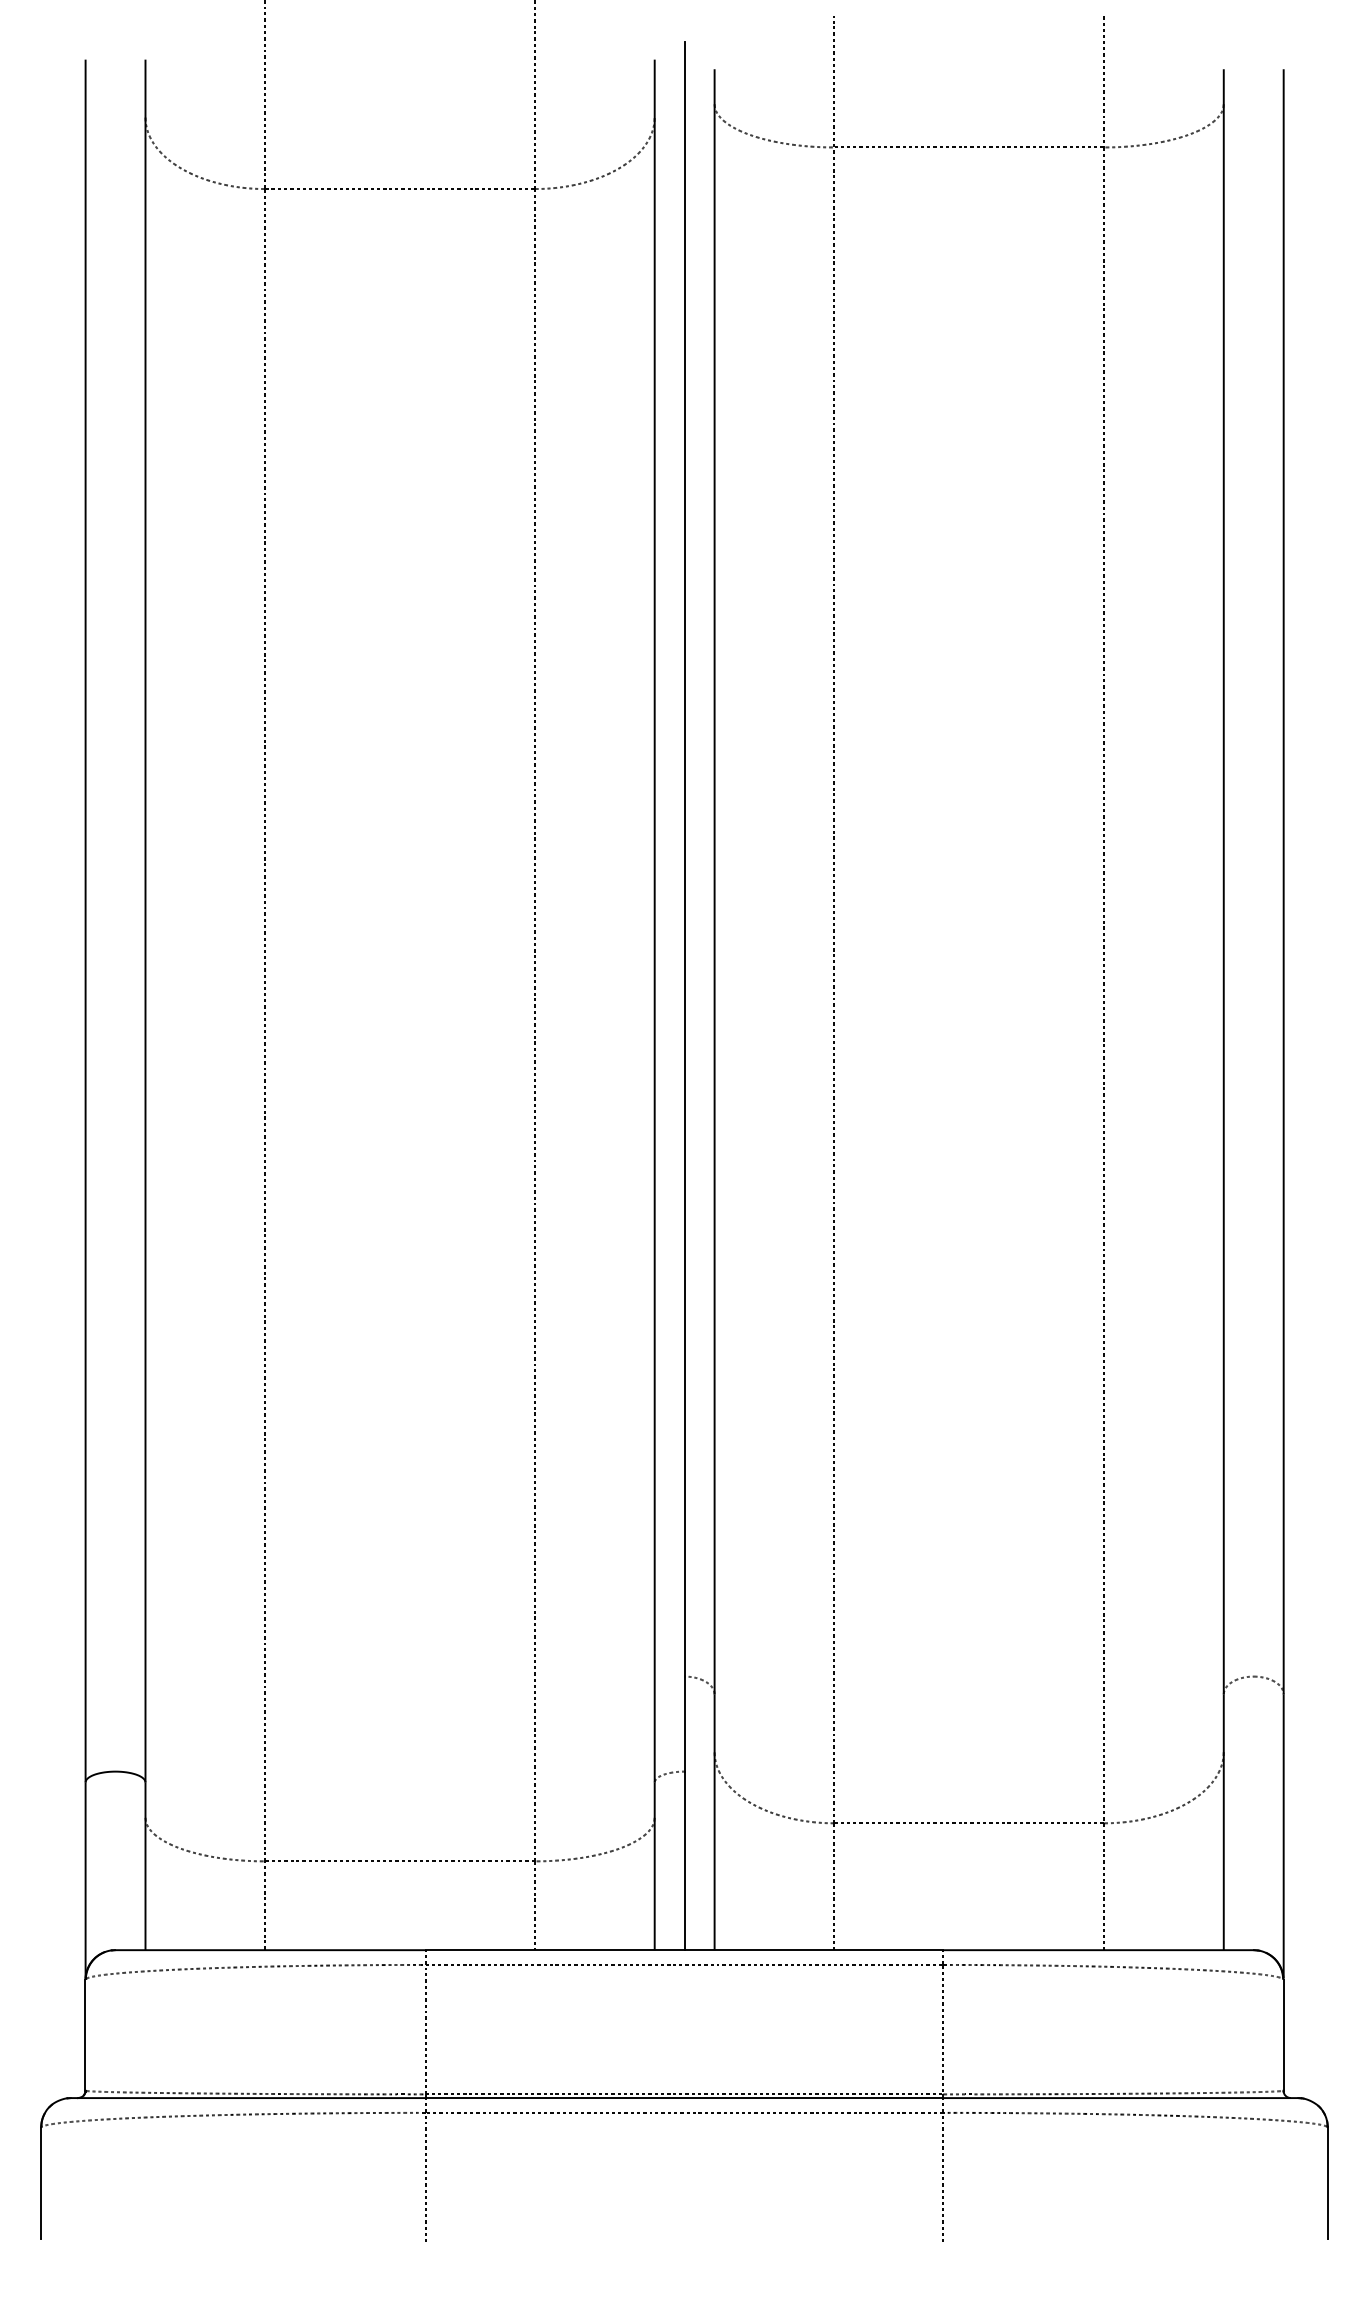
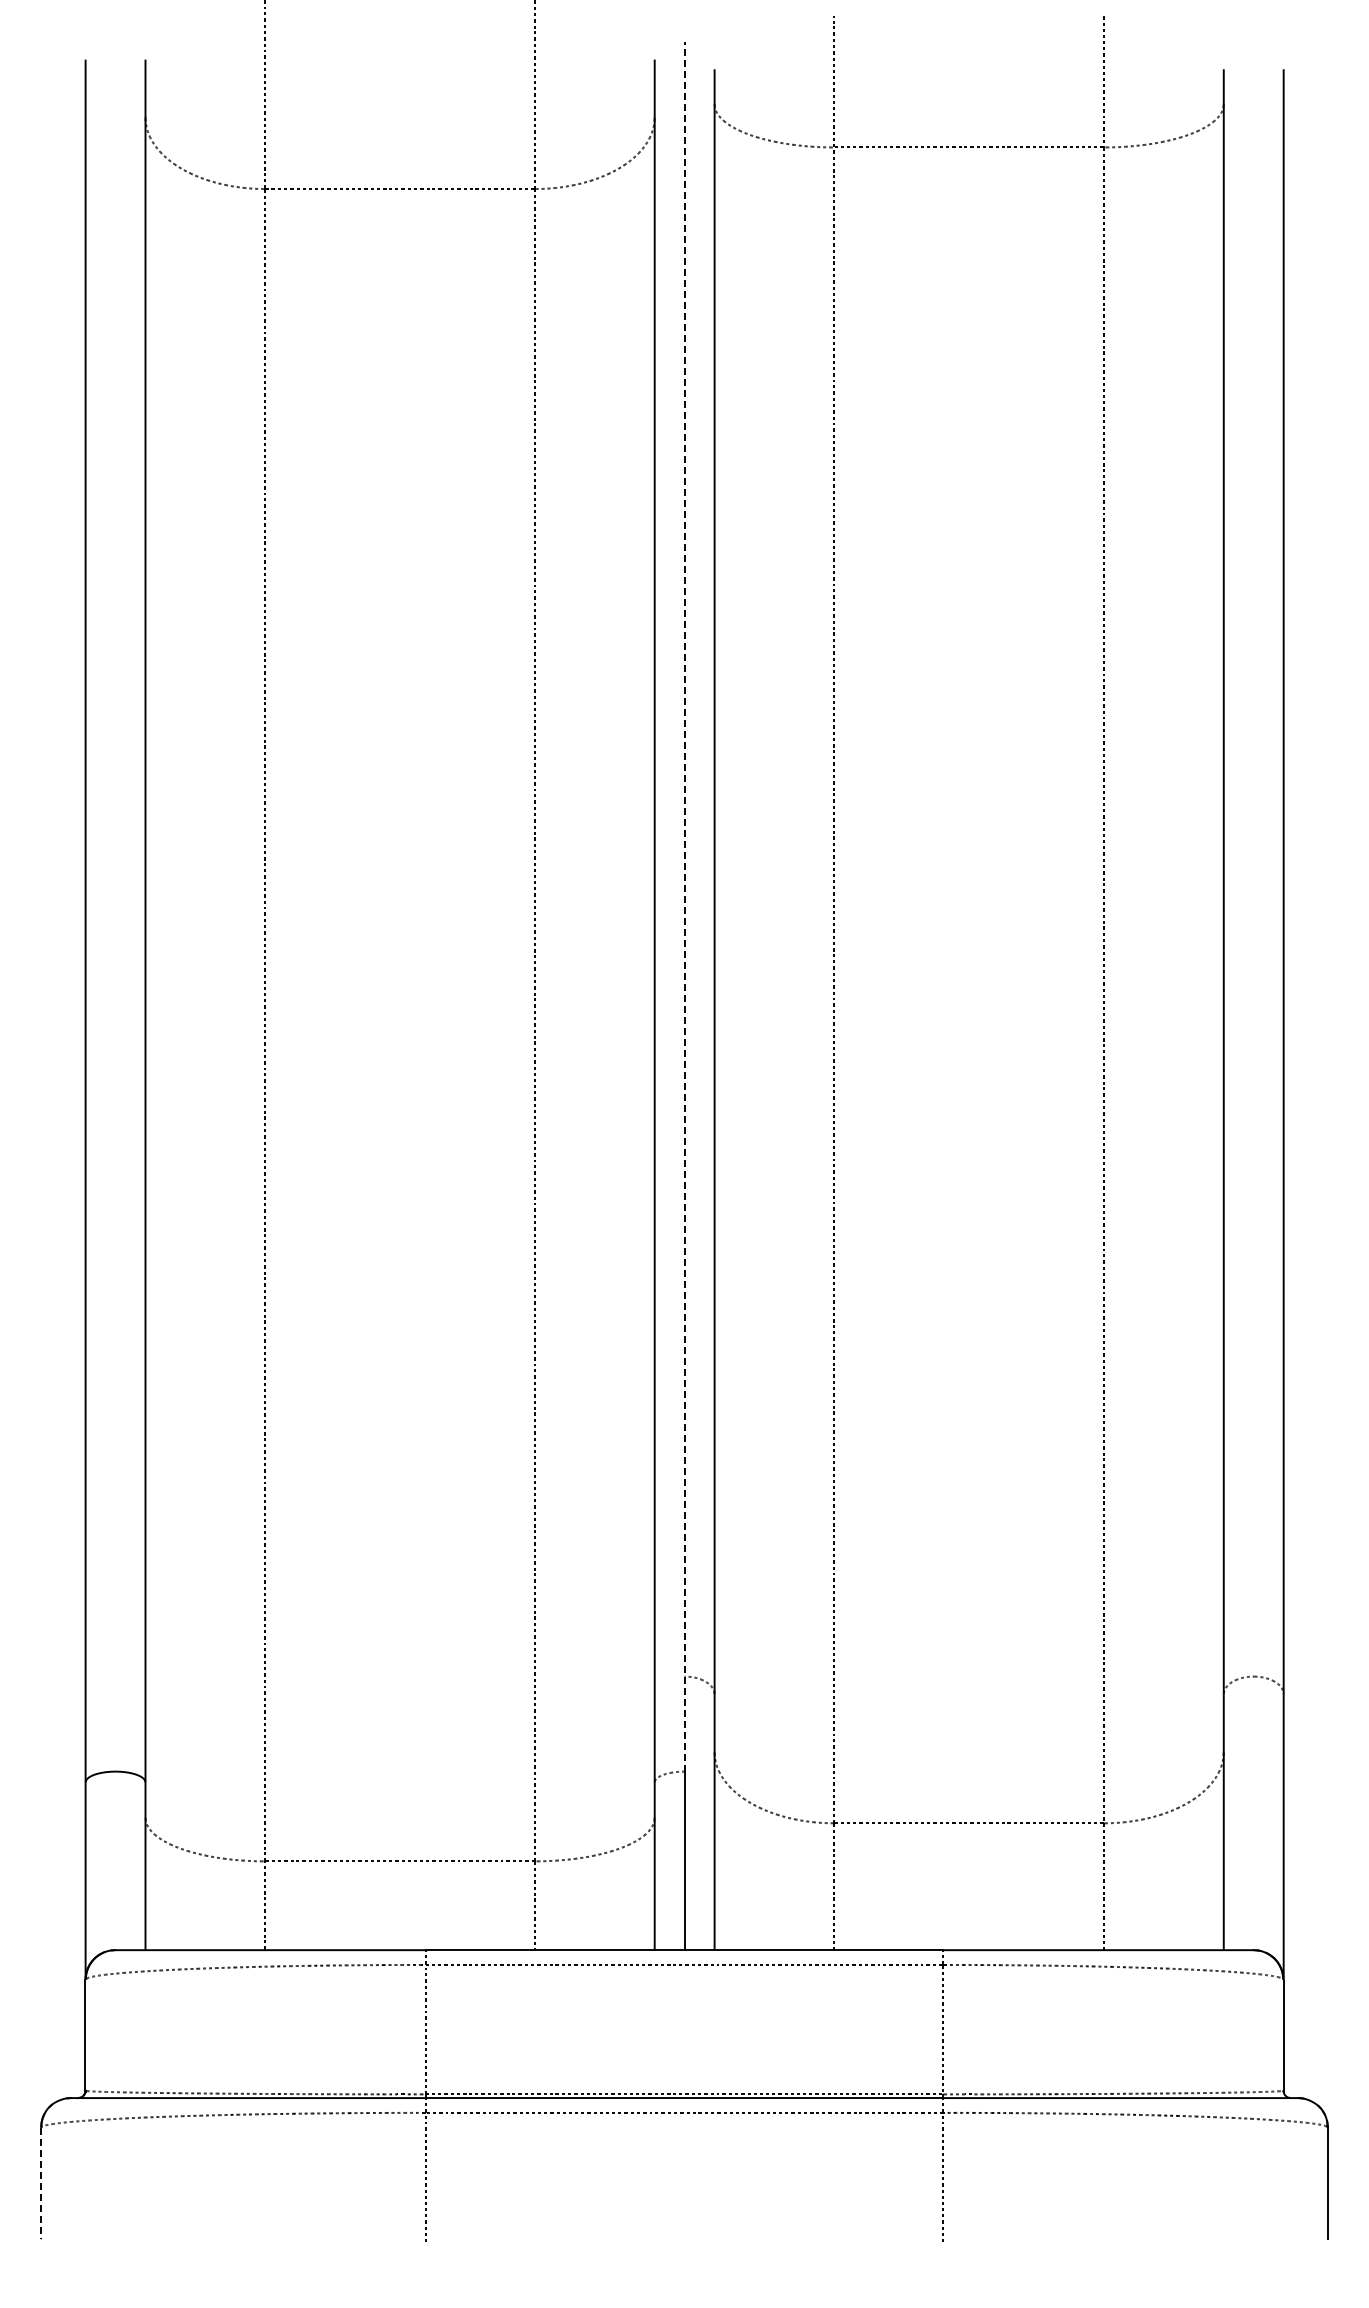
line at (684, 906): solid -> dashed
line at (41, 2183): solid -> dashed
